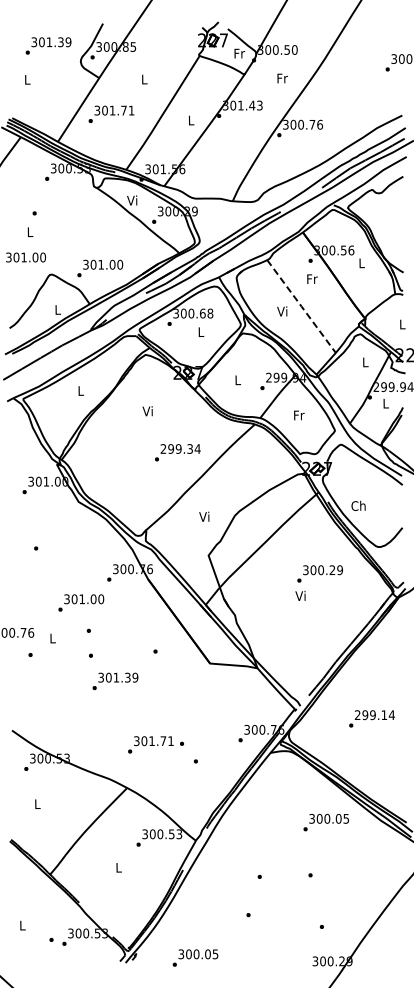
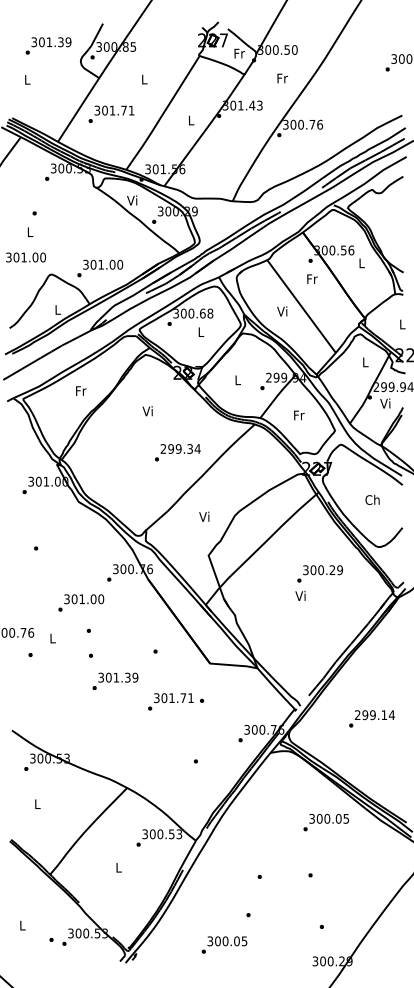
line at (301, 306): dashed -> solid
text at (81, 390): L -> Fr
text at (385, 403): L -> Vi
text at (358, 505) position: (358, 505) -> (372, 499)
text at (155, 744) position: (155, 744) -> (175, 701)
text at (195, 957) position: (195, 957) -> (224, 944)
